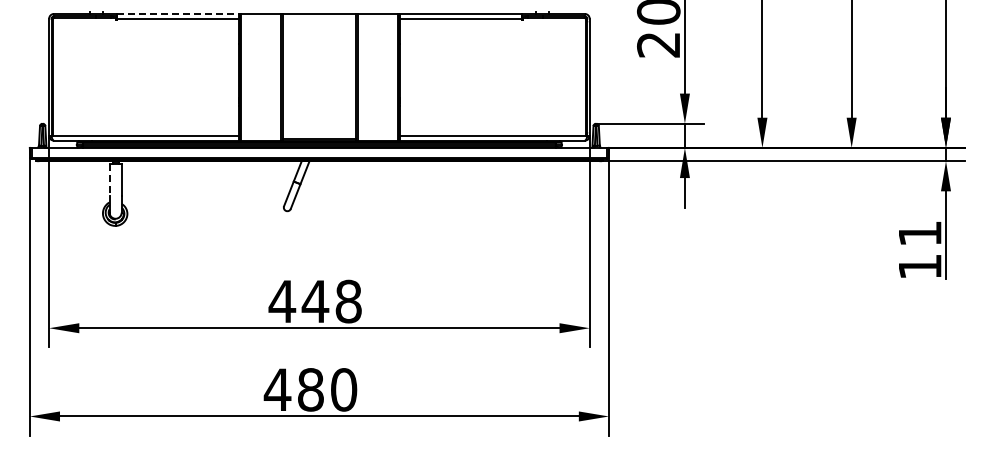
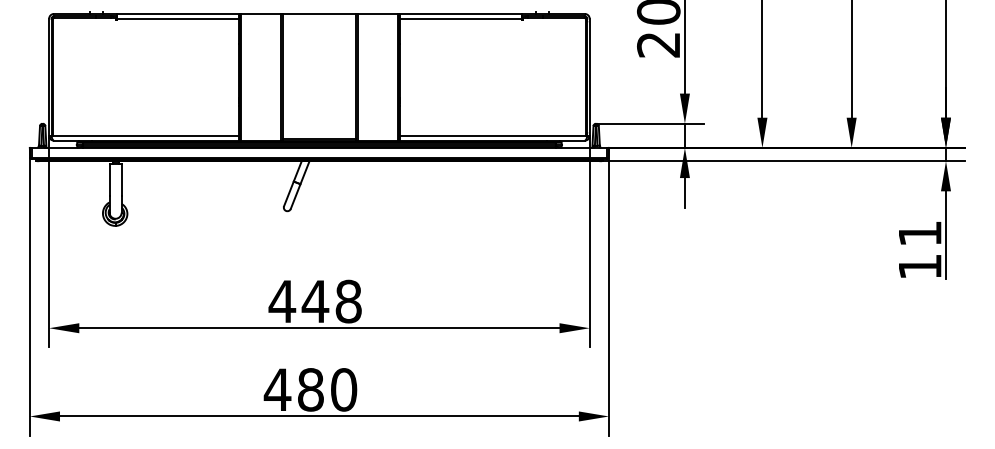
line at (178, 13): dashed -> solid
line at (109, 180): dashed -> solid
